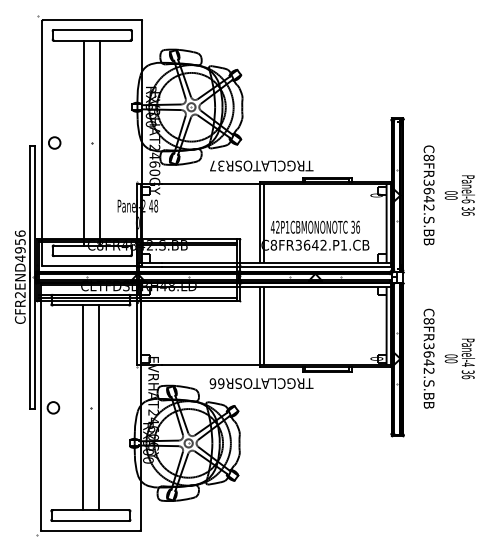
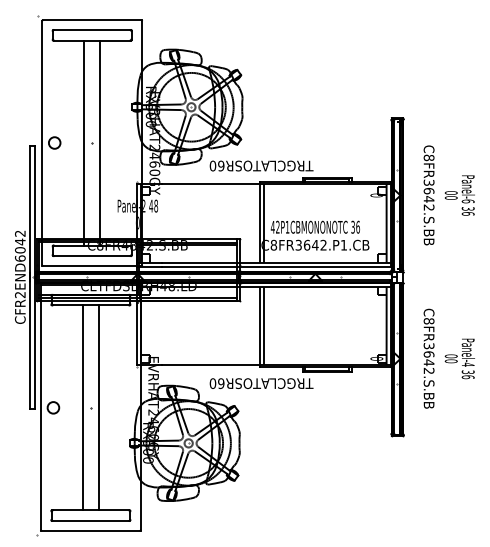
text at (216, 165): TRGCLATOSR37 -> TRGCLATOSR60
text at (20, 246): CFR2END4956 -> CFR2END6042
text at (212, 383): TRGCLATOSR66 -> TRGCLATOSR60
